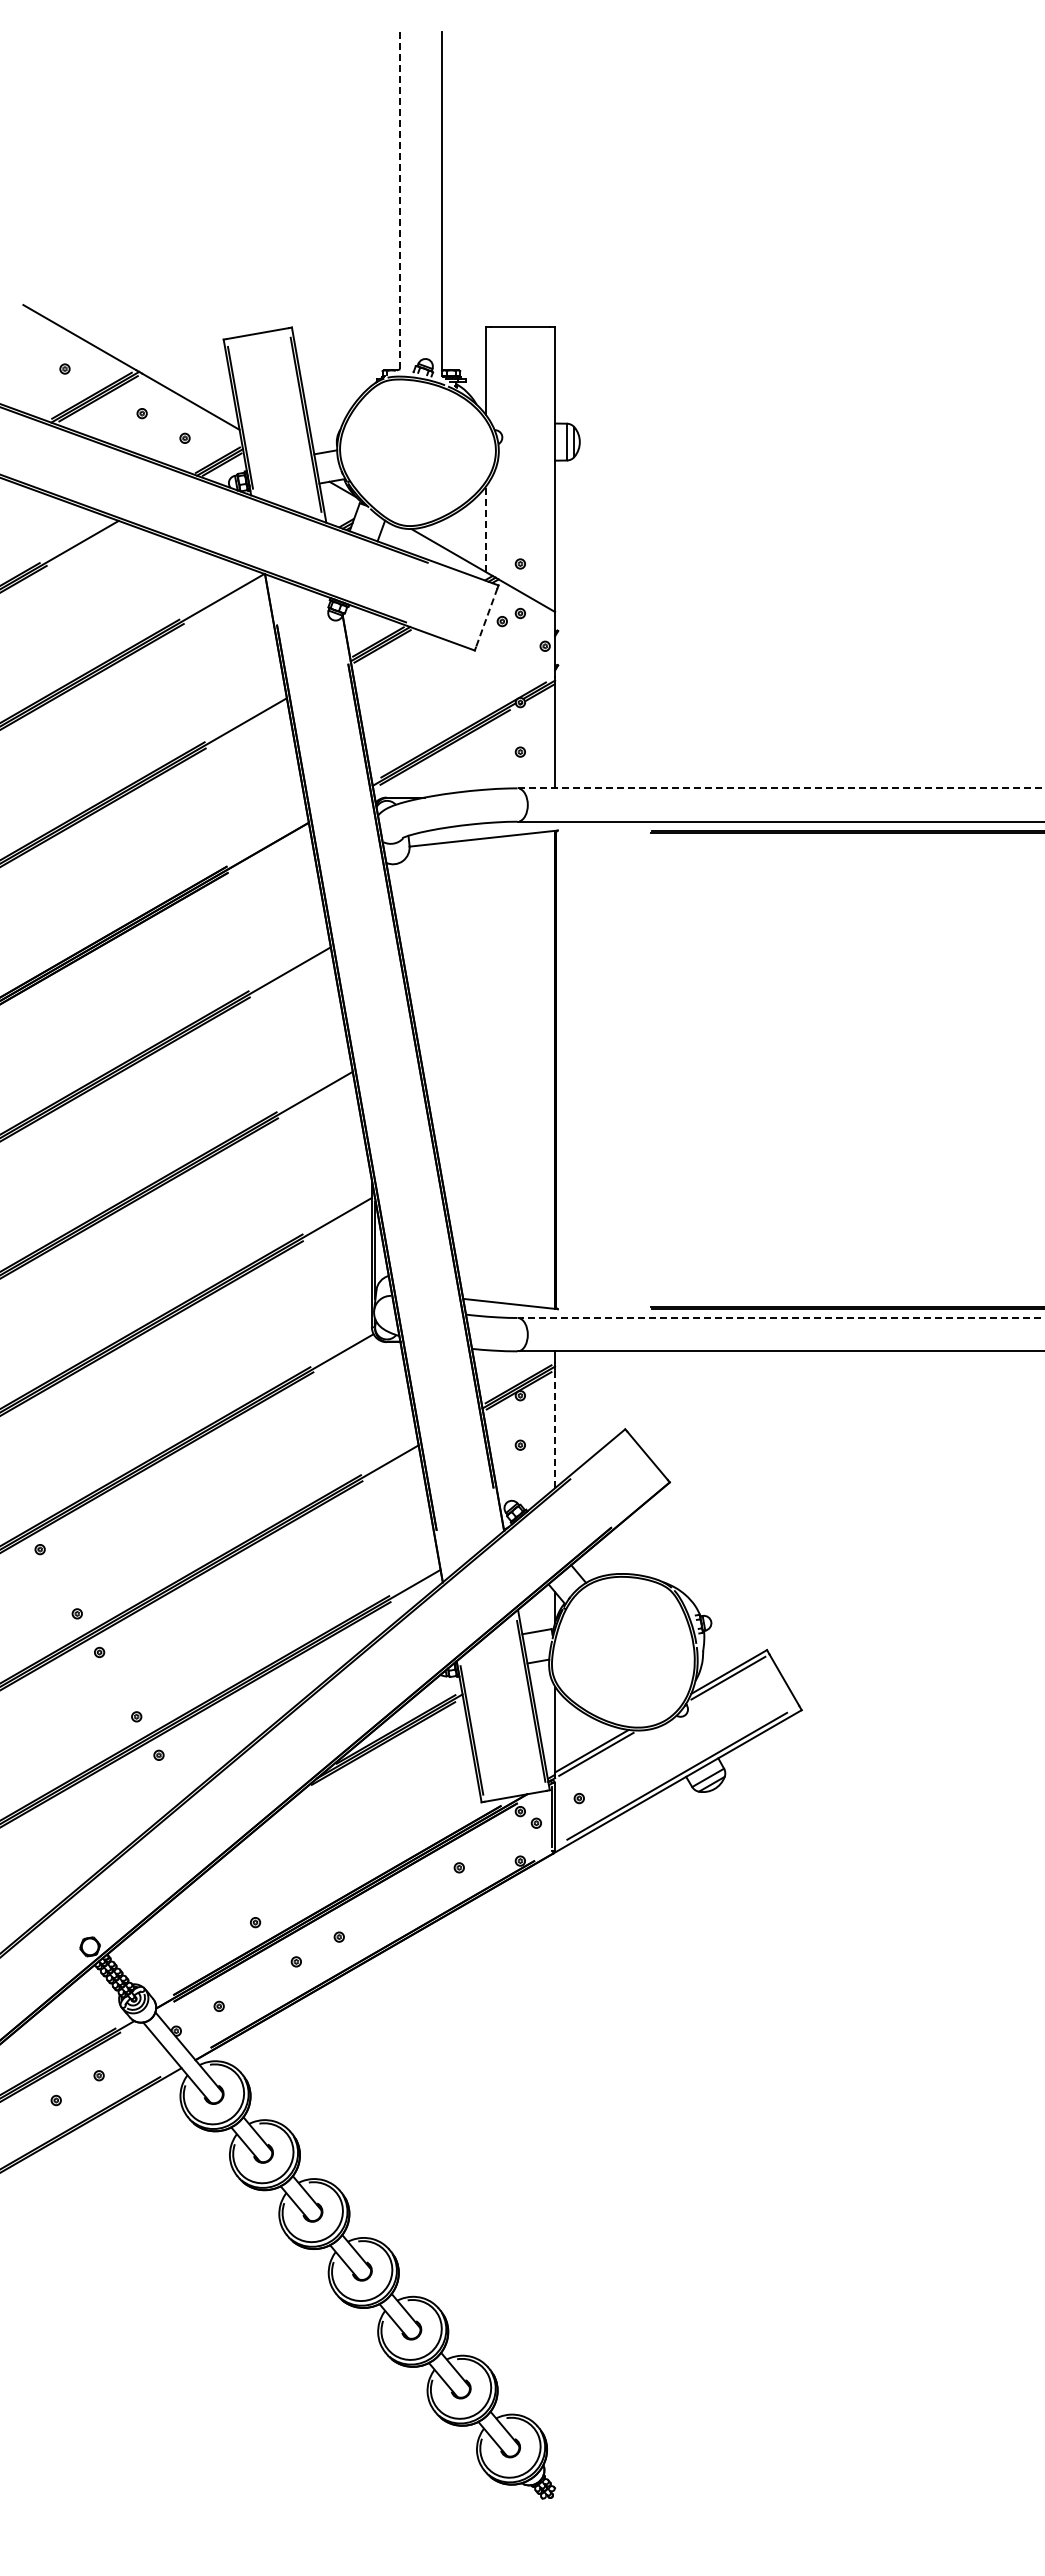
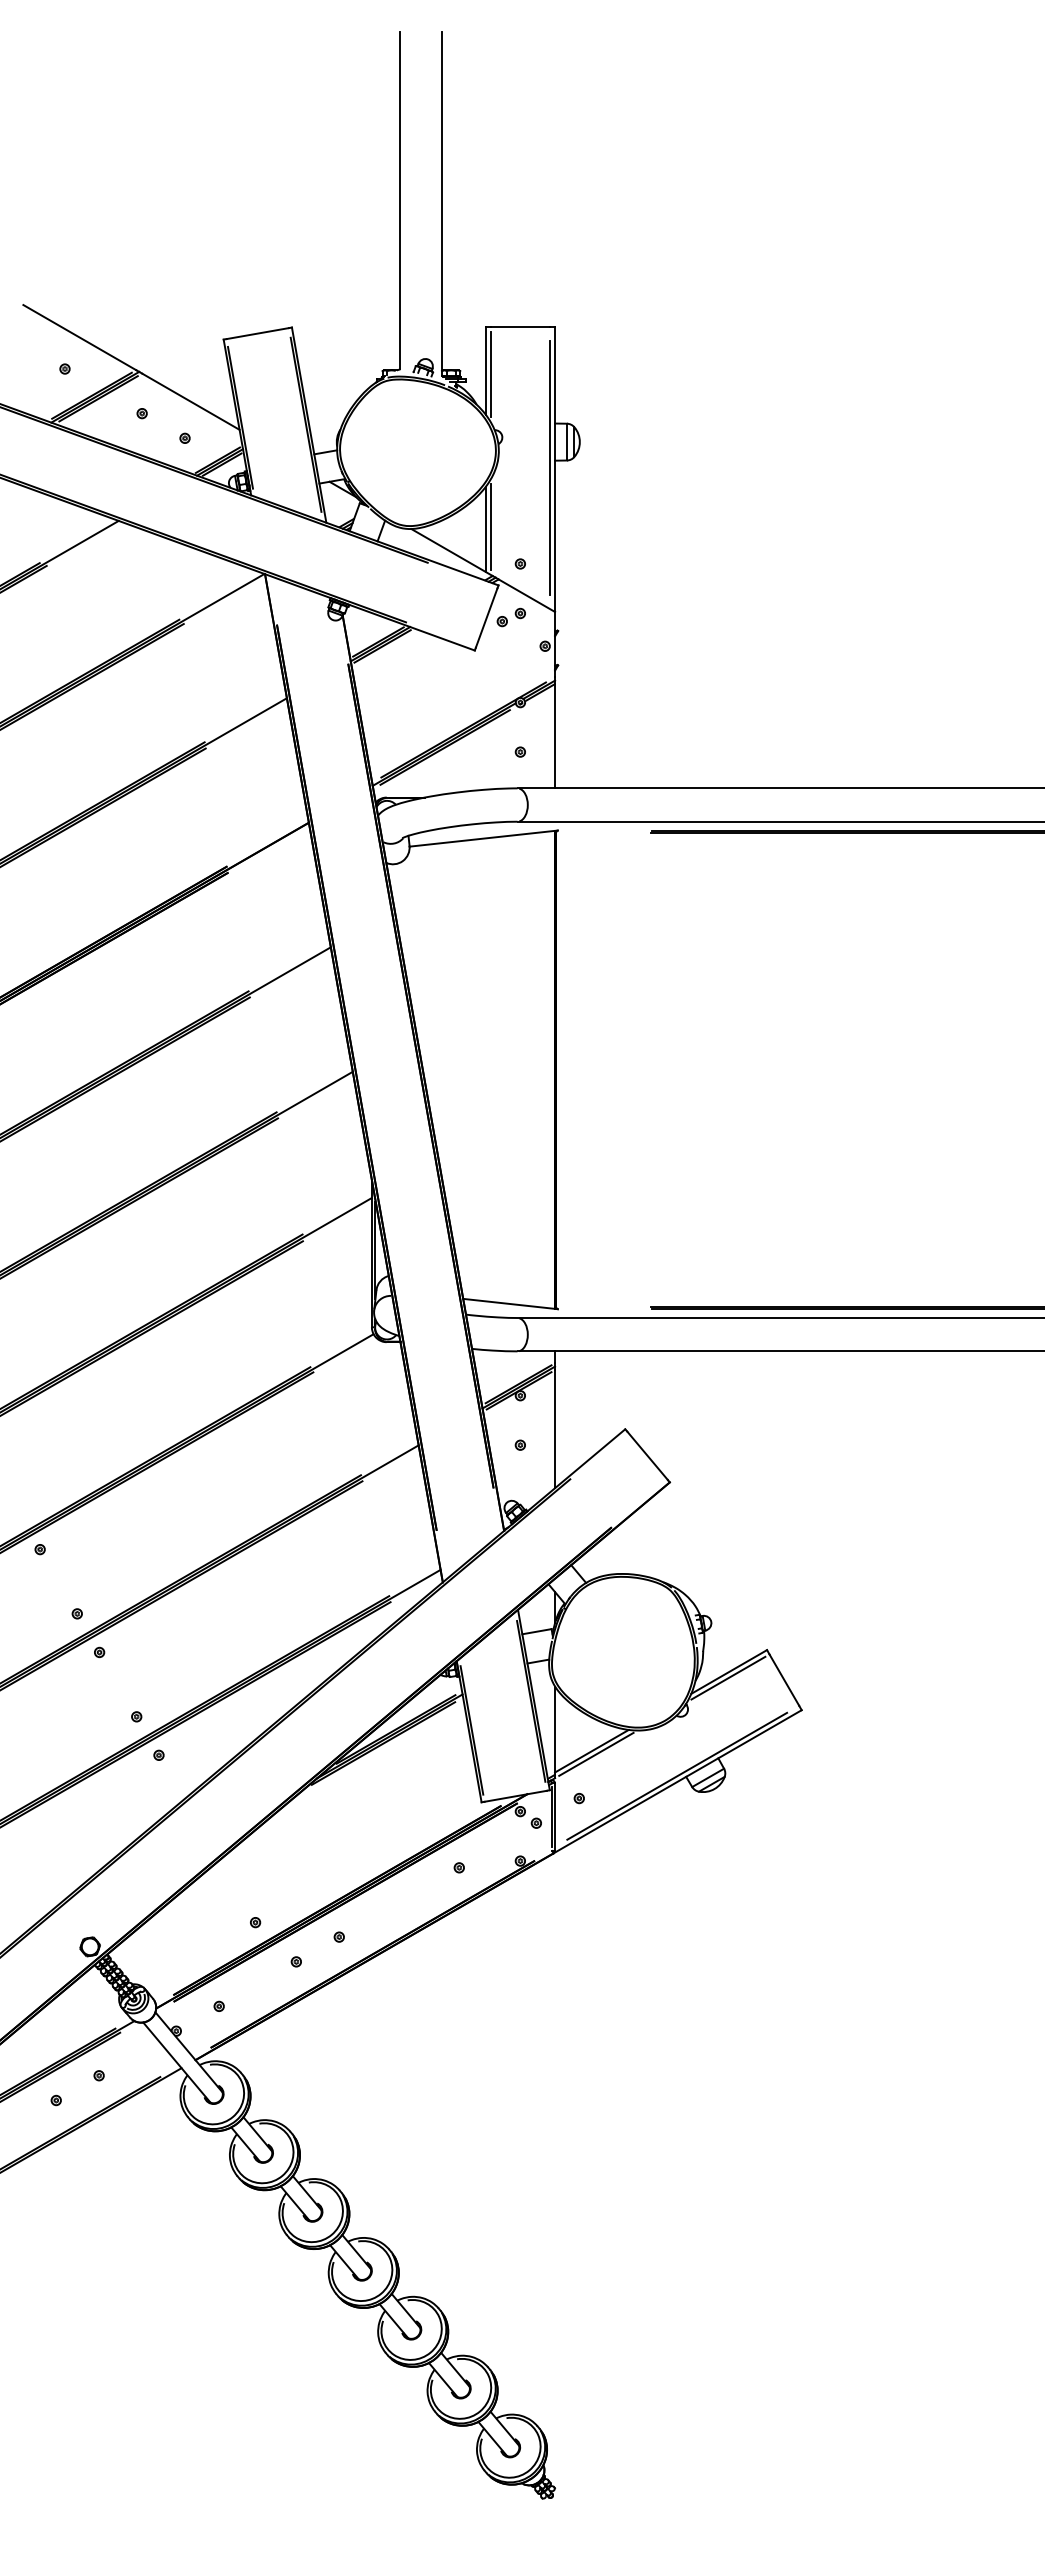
line at (400, 200): dashed -> solid
line at (490, 374): none -> present
line at (550, 468): none -> present
line at (490, 527): none -> present
line at (485, 529): dashed -> solid
line at (486, 617): dashed -> solid
line at (781, 788): dashed -> solid
line at (780, 1318): dashed -> solid
line at (555, 1428): dashed -> solid
